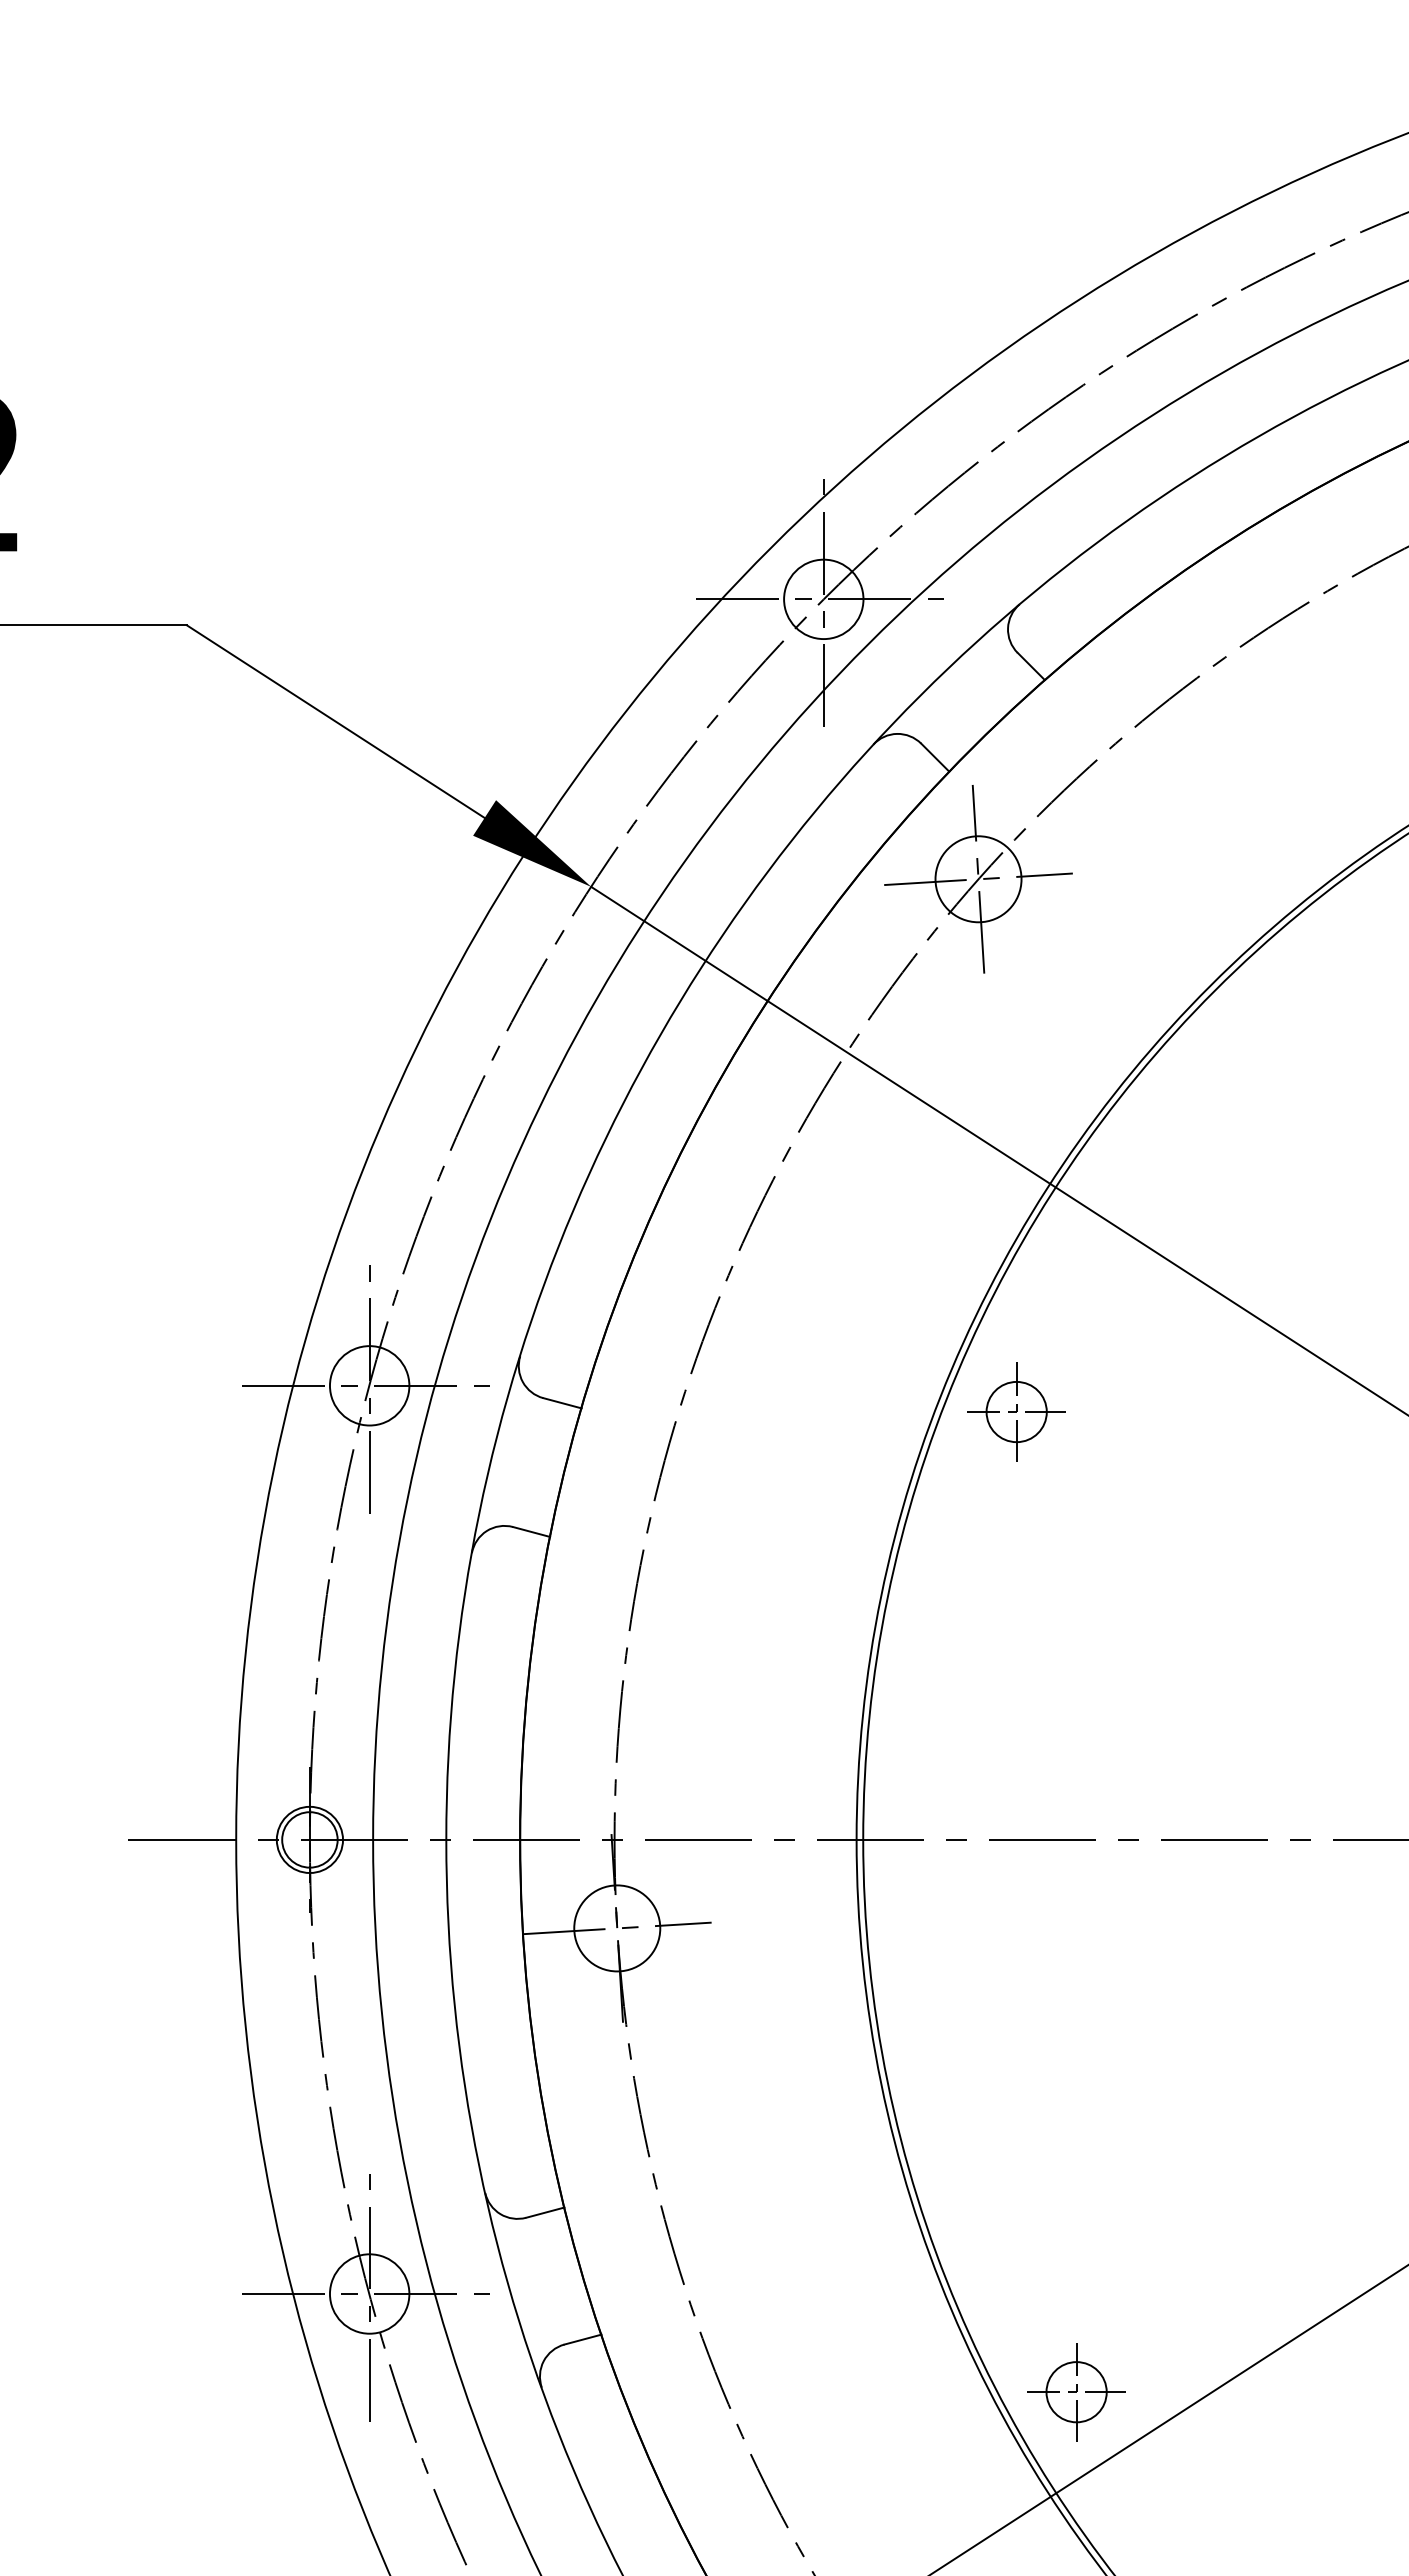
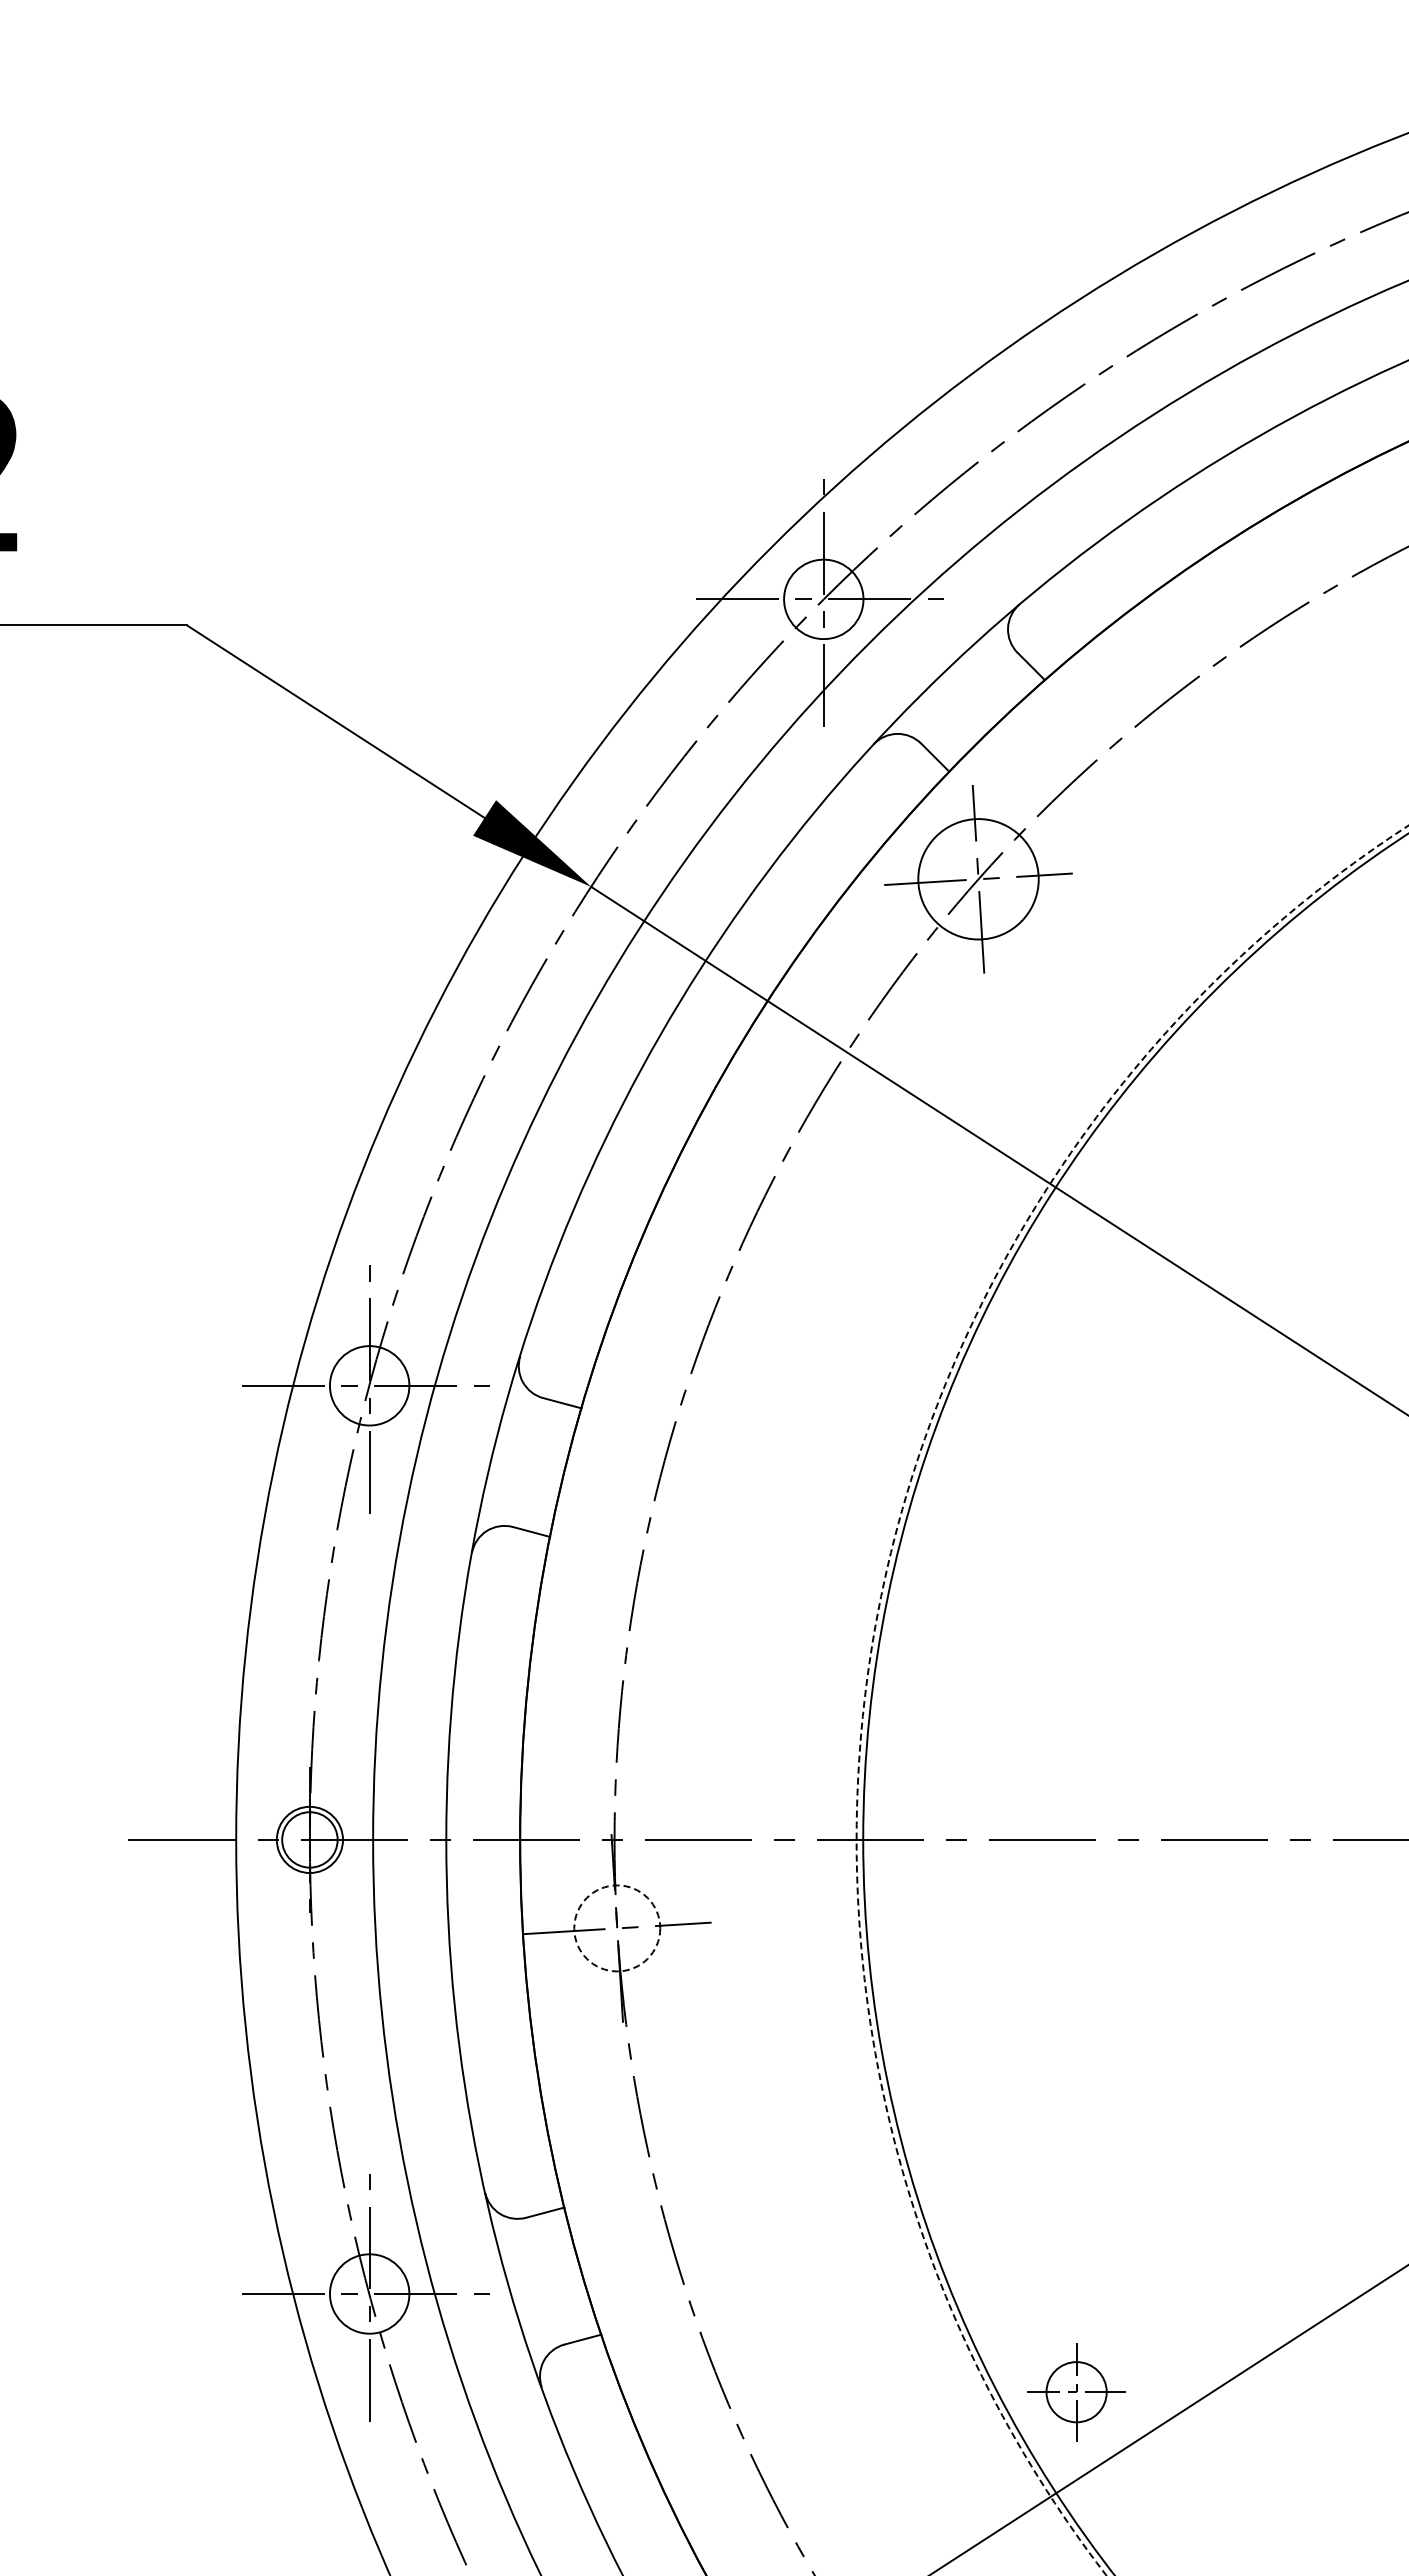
circle at (978, 879) diameter: 86 px -> 120 px
part at (1016, 1411): present -> none
circle at (1132, 1700): solid -> dashed
circle at (617, 1928): solid -> dashed
